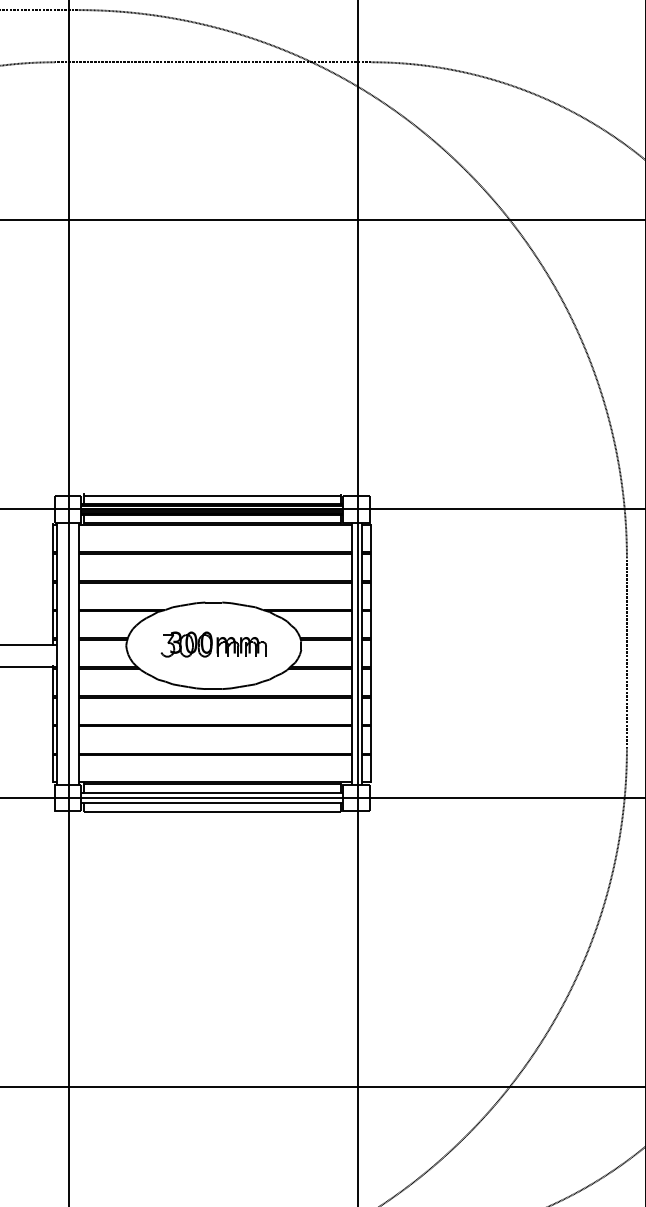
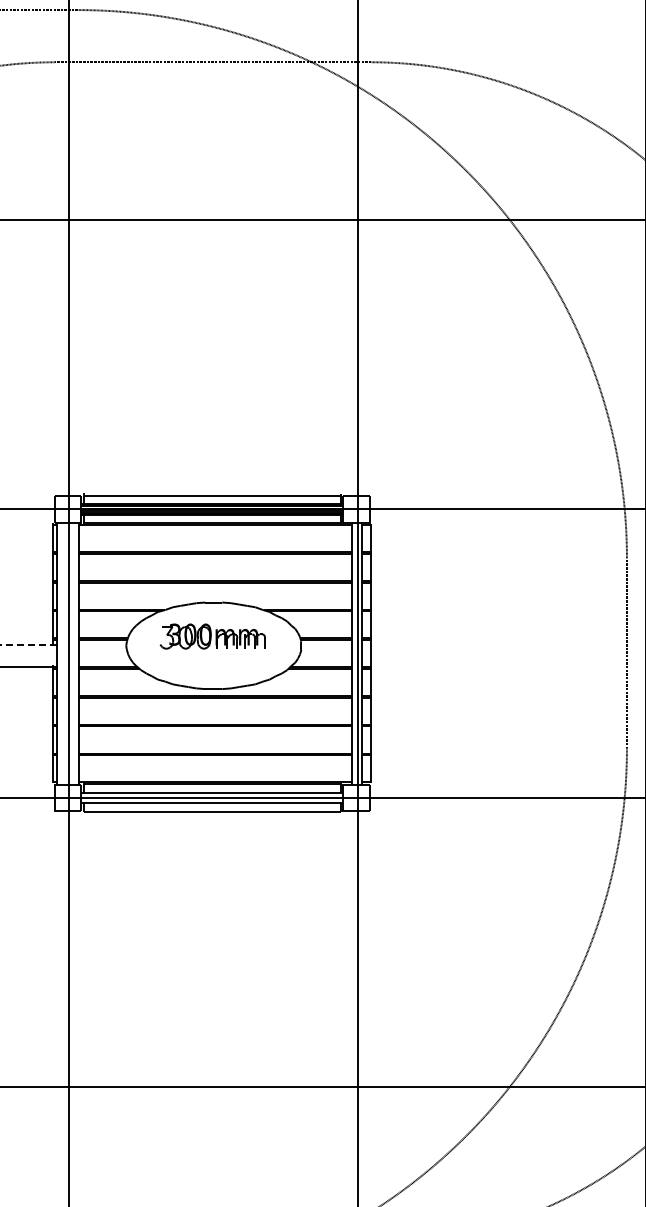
part at (213, 644) position: (213, 644) -> (212, 636)
line at (28, 645): solid -> dashed
